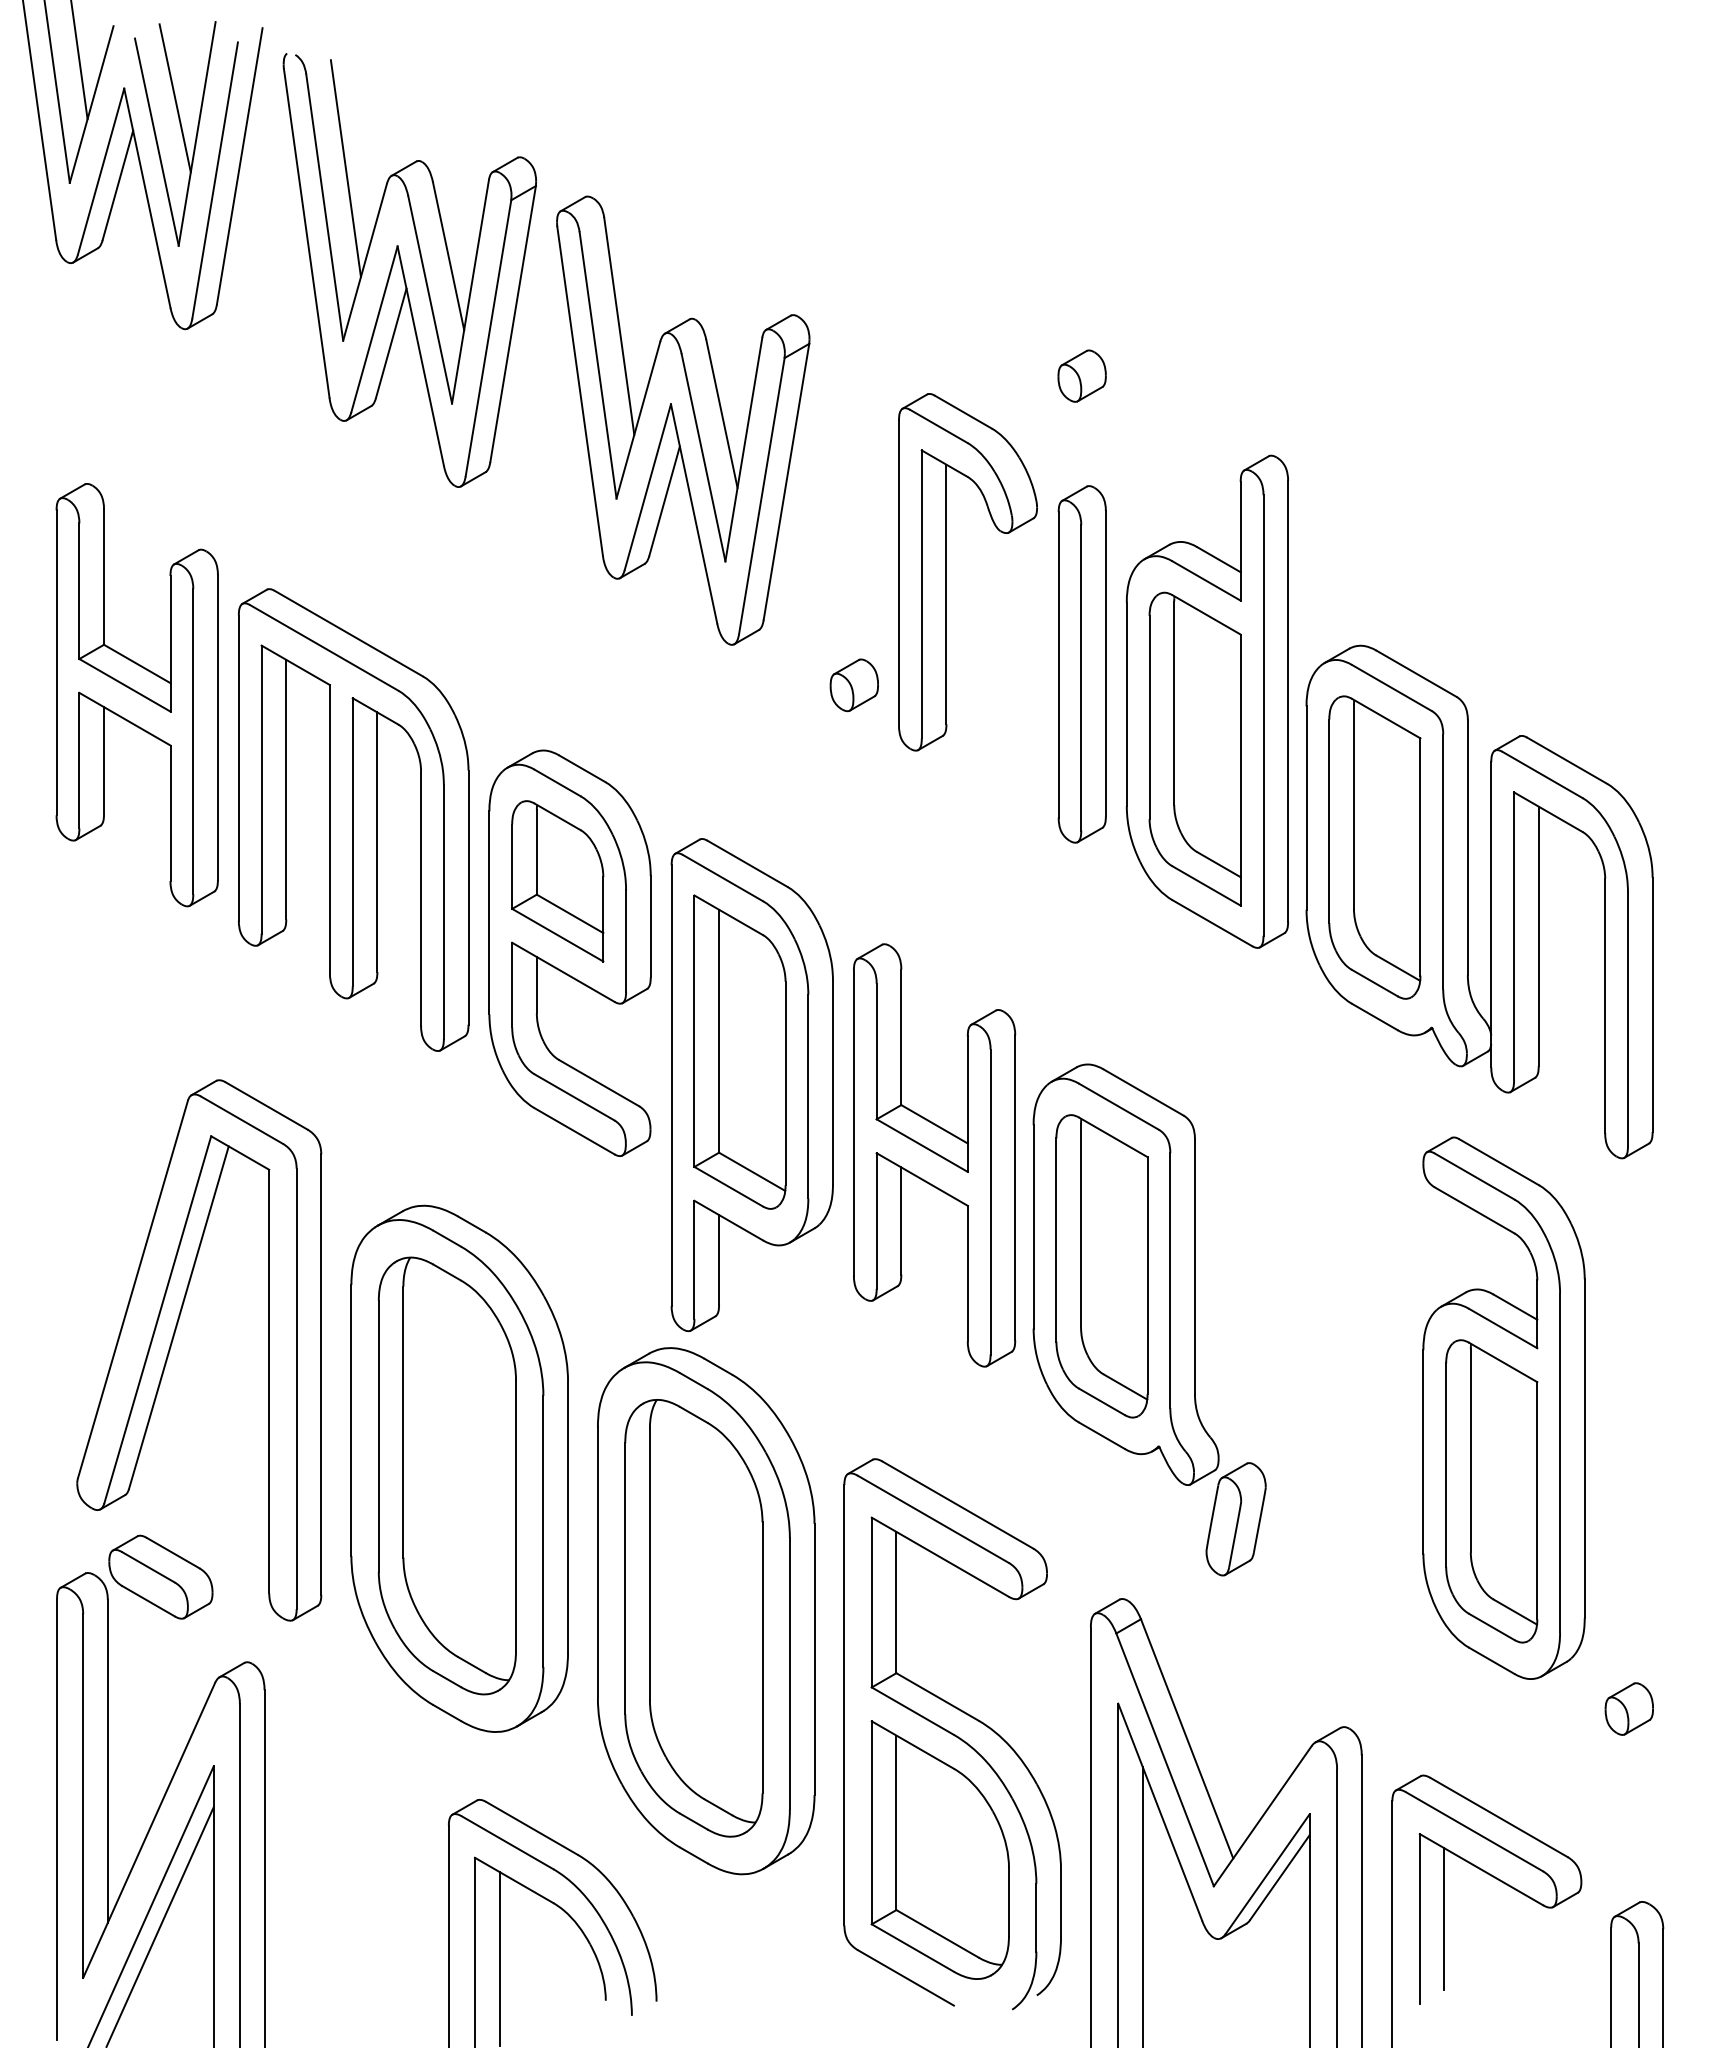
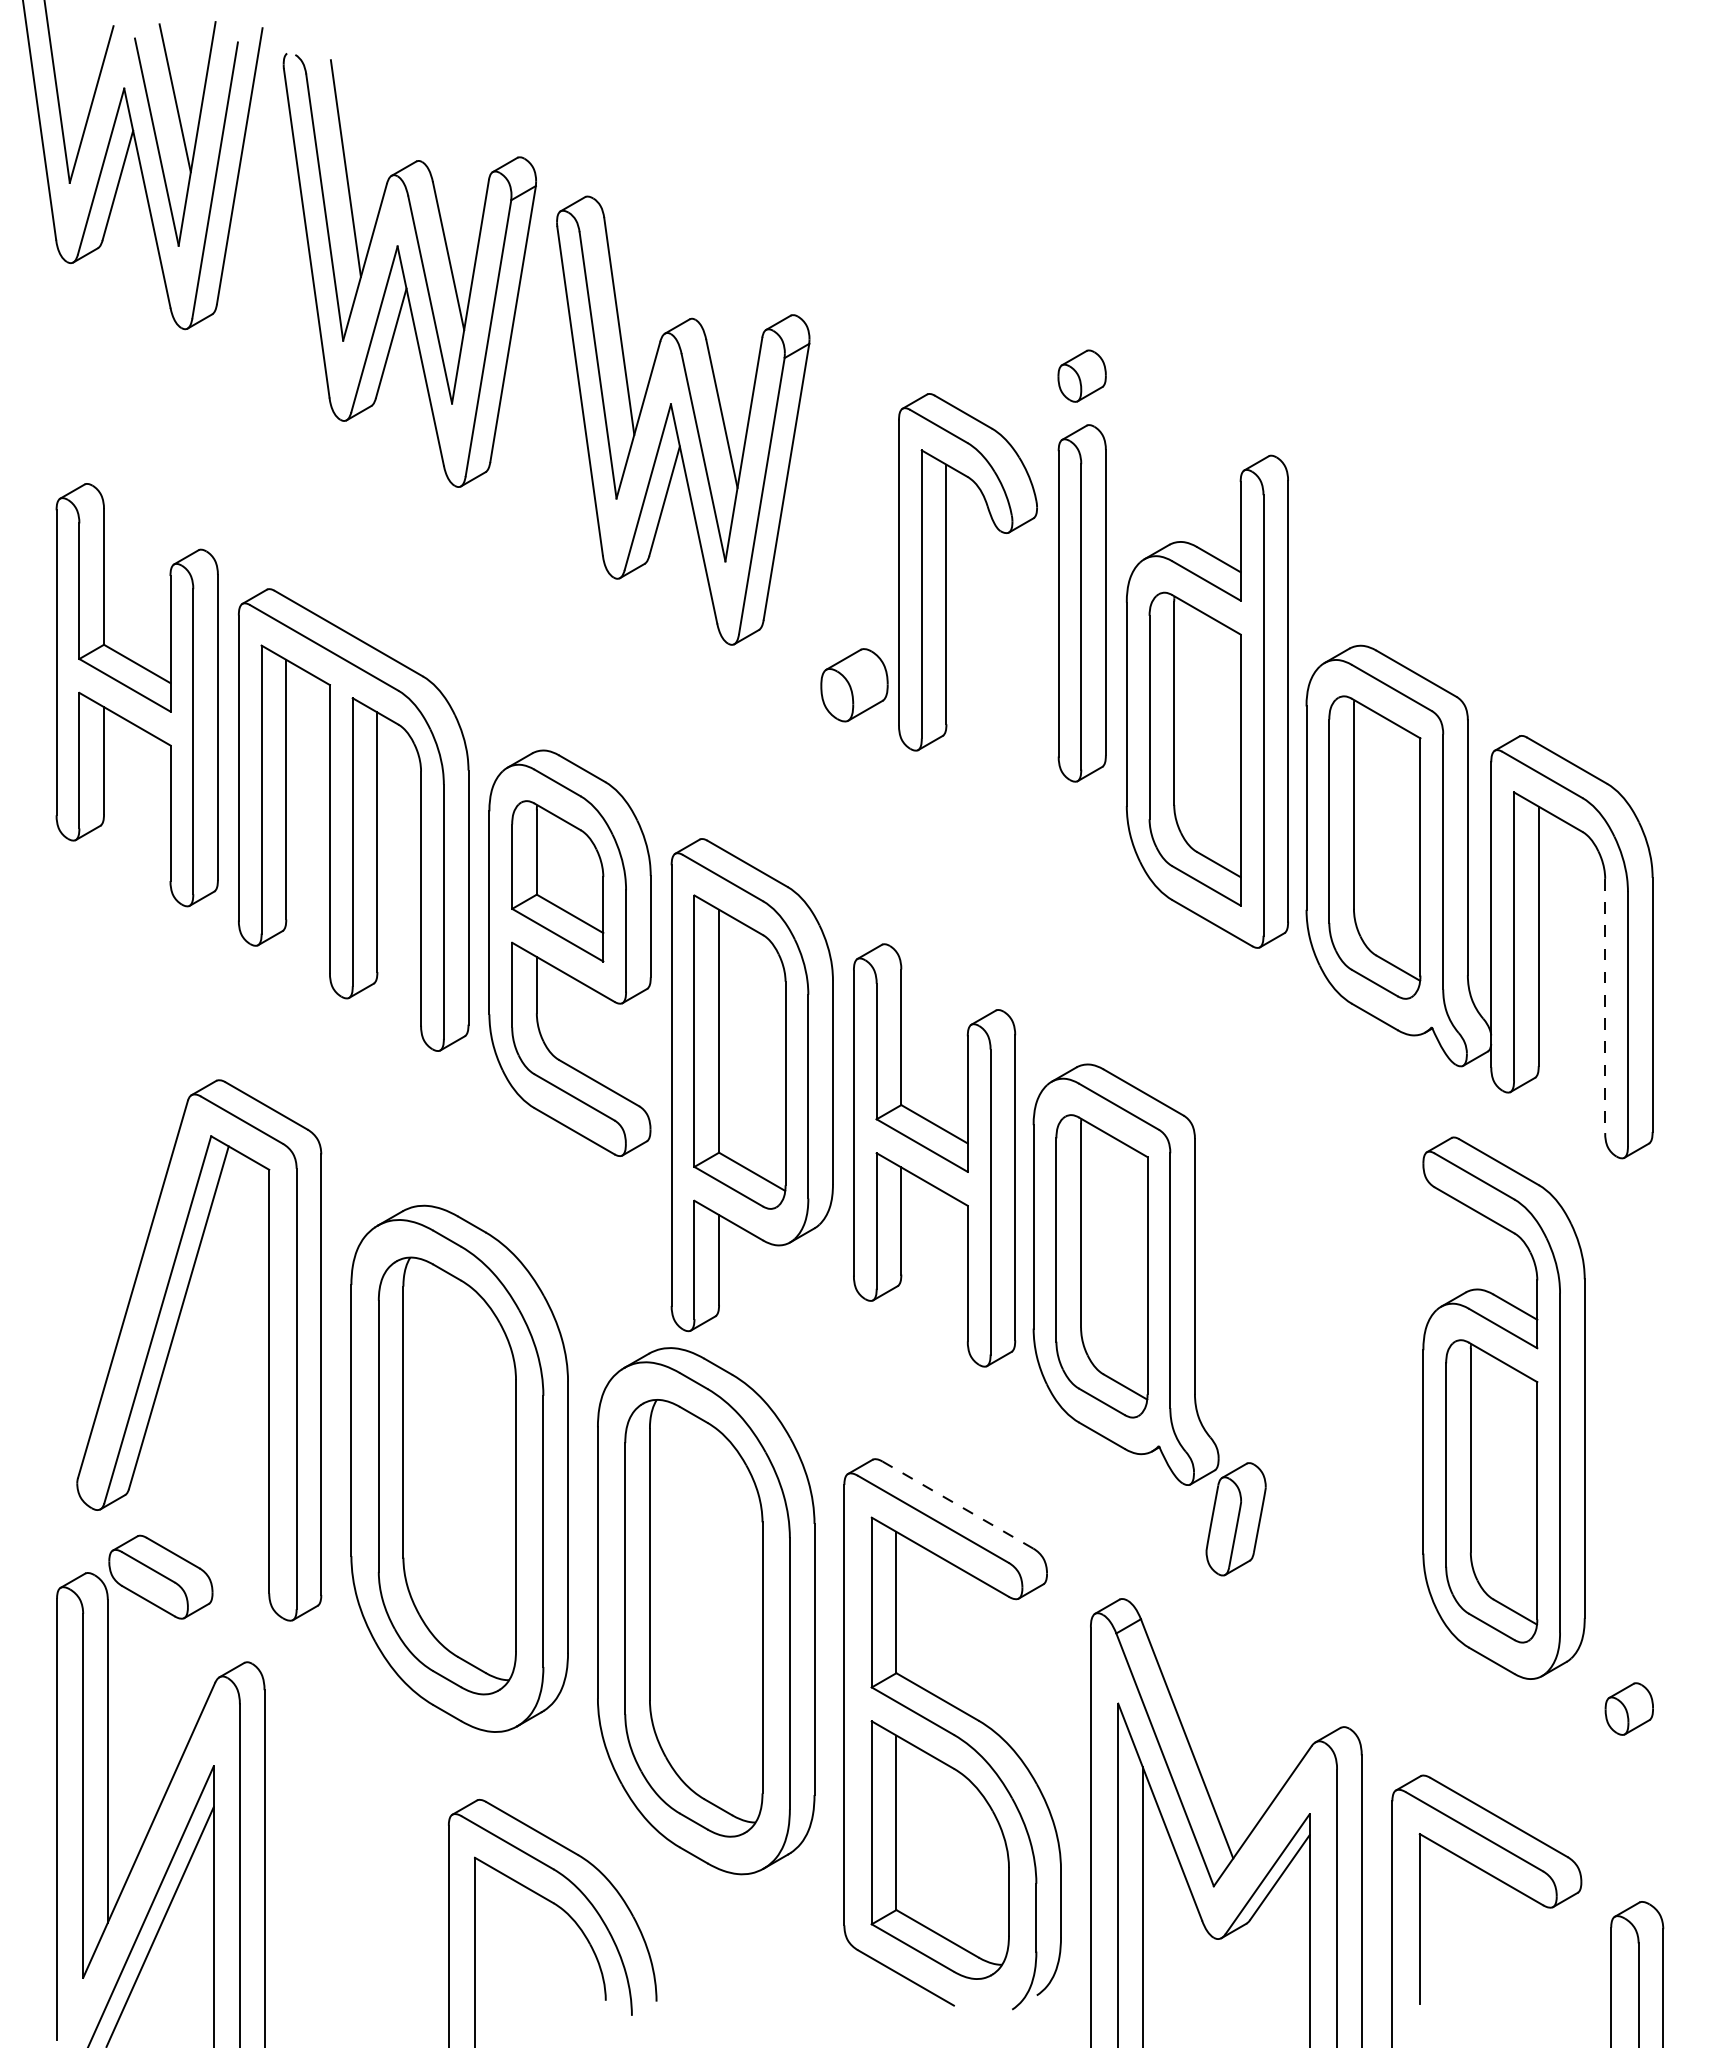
line at (79, 60): present -> none
part at (1081, 664) position: (1081, 664) -> (1081, 603)
part at (853, 685) size: 50x55 px -> 69x75 px
line at (1605, 1006): solid -> dashed
line at (958, 1505): solid -> dashed
line at (1444, 1918): present -> none
line at (499, 1958): present -> none
